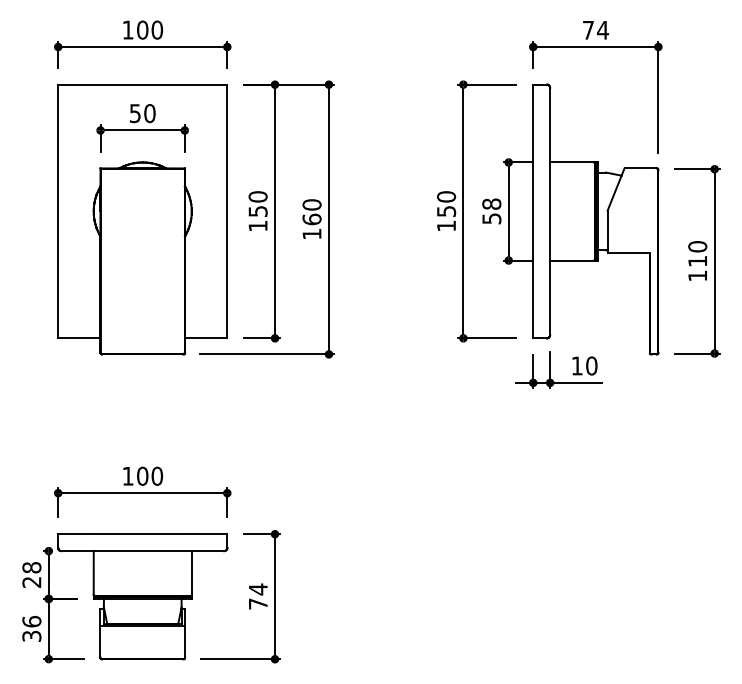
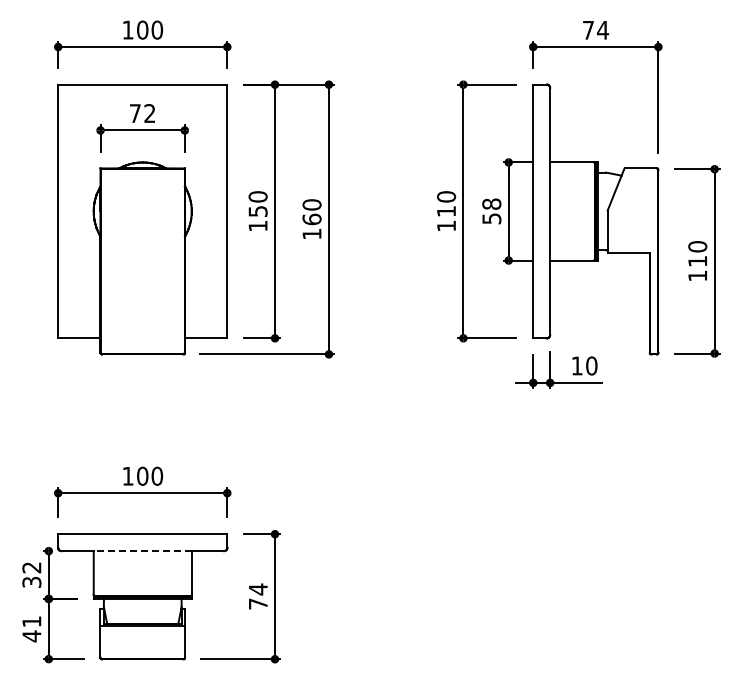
text at (142, 113): 50 -> 72
text at (446, 211): 150 -> 110
line at (142, 551): solid -> dashed
text at (31, 574): 28 -> 32
text at (31, 629): 36 -> 41
